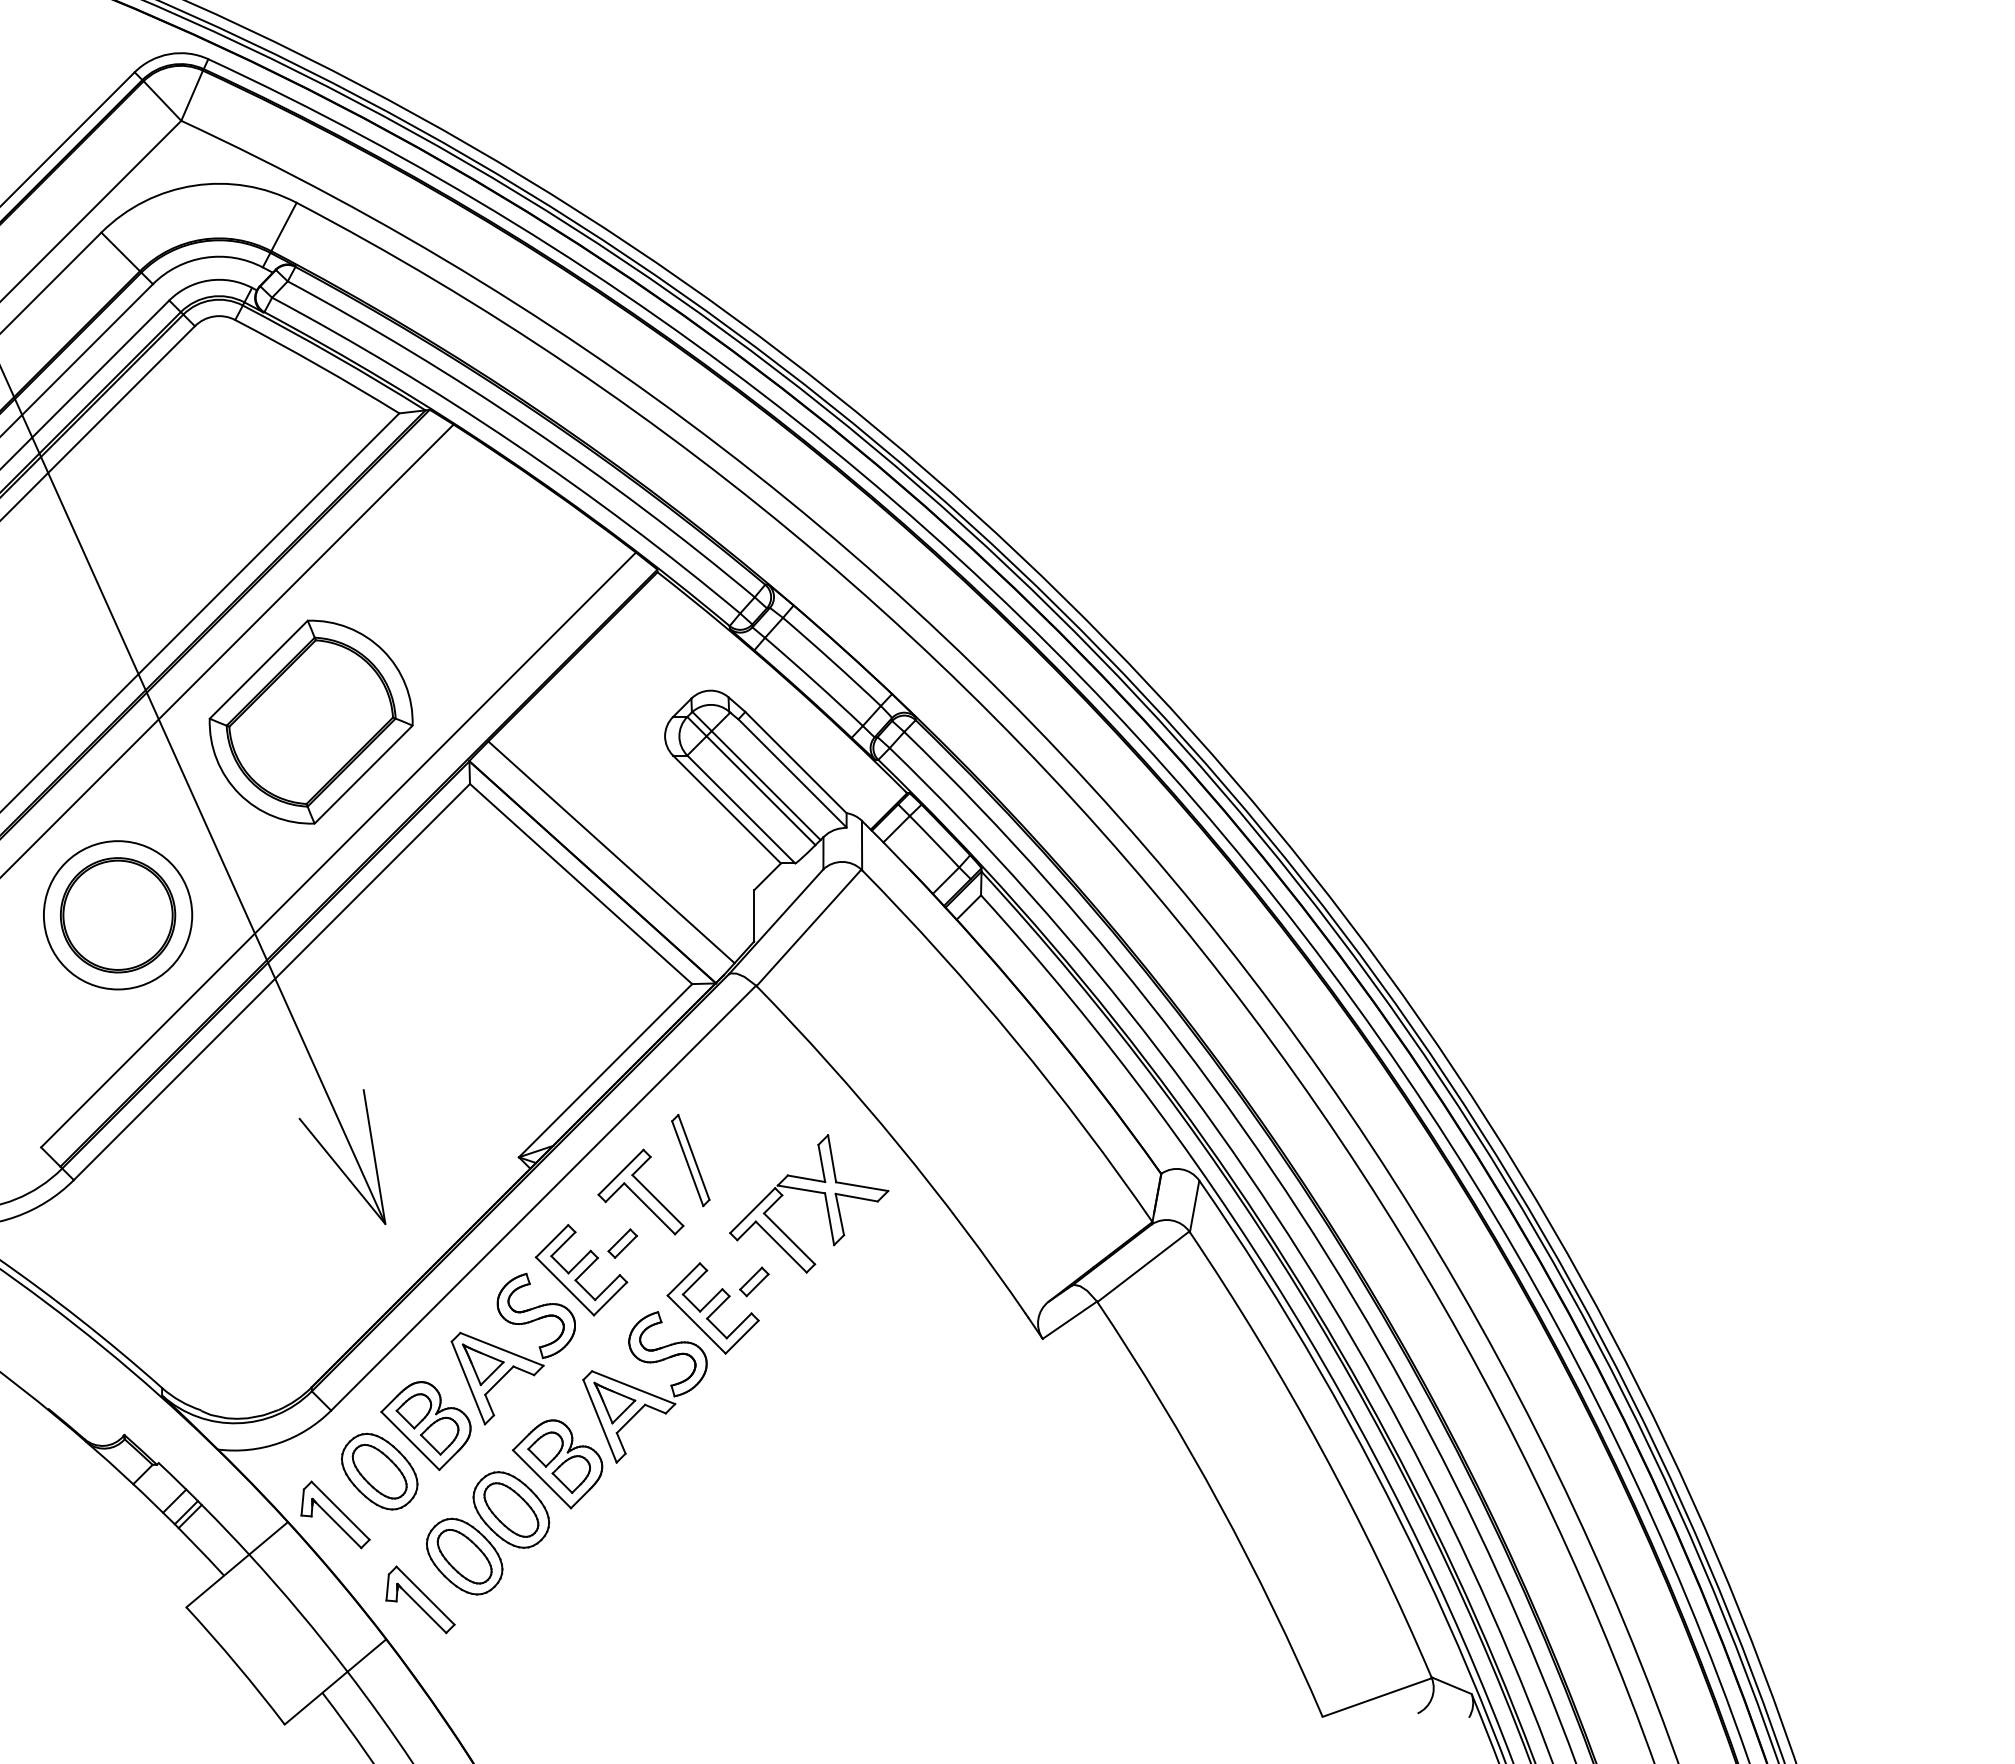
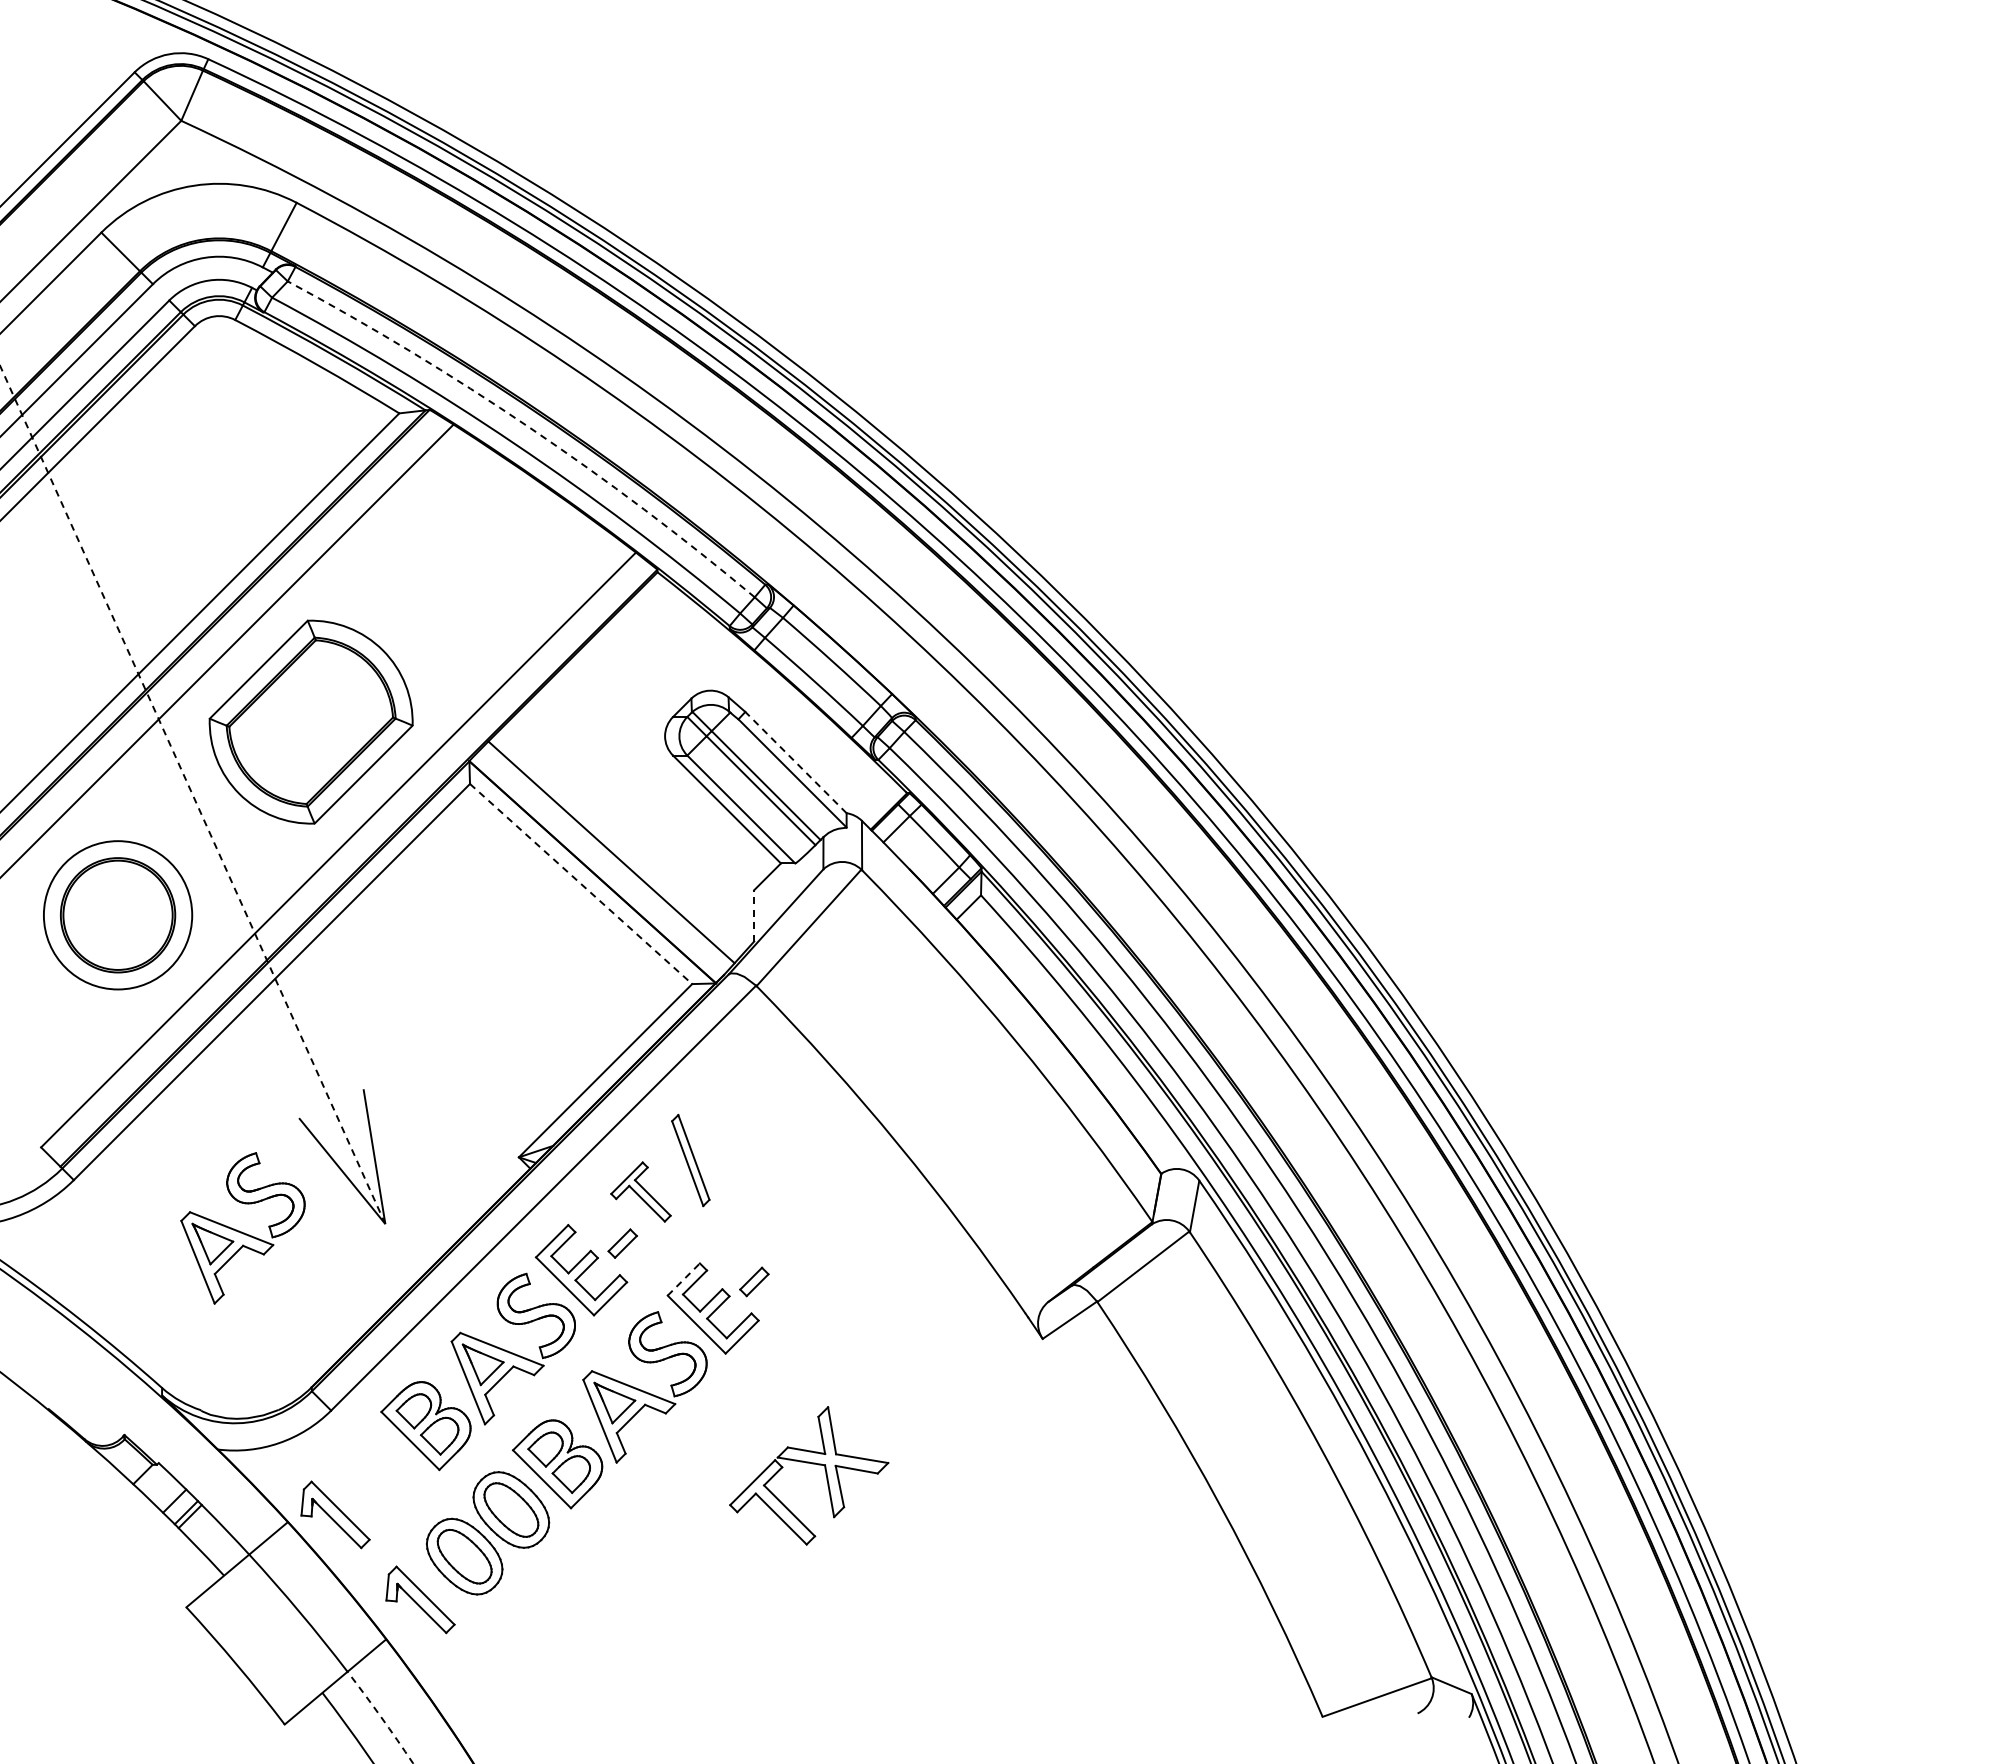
arc at (529, 427): solid -> dashed
line at (796, 762): solid -> dashed
line at (192, 794): solid -> dashed
line at (581, 884): solid -> dashed
line at (754, 915): solid -> dashed
part at (640, 1191) size: 88x88 px -> 62x62 px
part at (812, 1192) position: (812, 1192) -> (812, 1464)
part at (242, 1228): none -> present
line at (683, 1279): solid -> dashed
part at (379, 1471): present -> none
arc at (381, 1717): solid -> dashed
